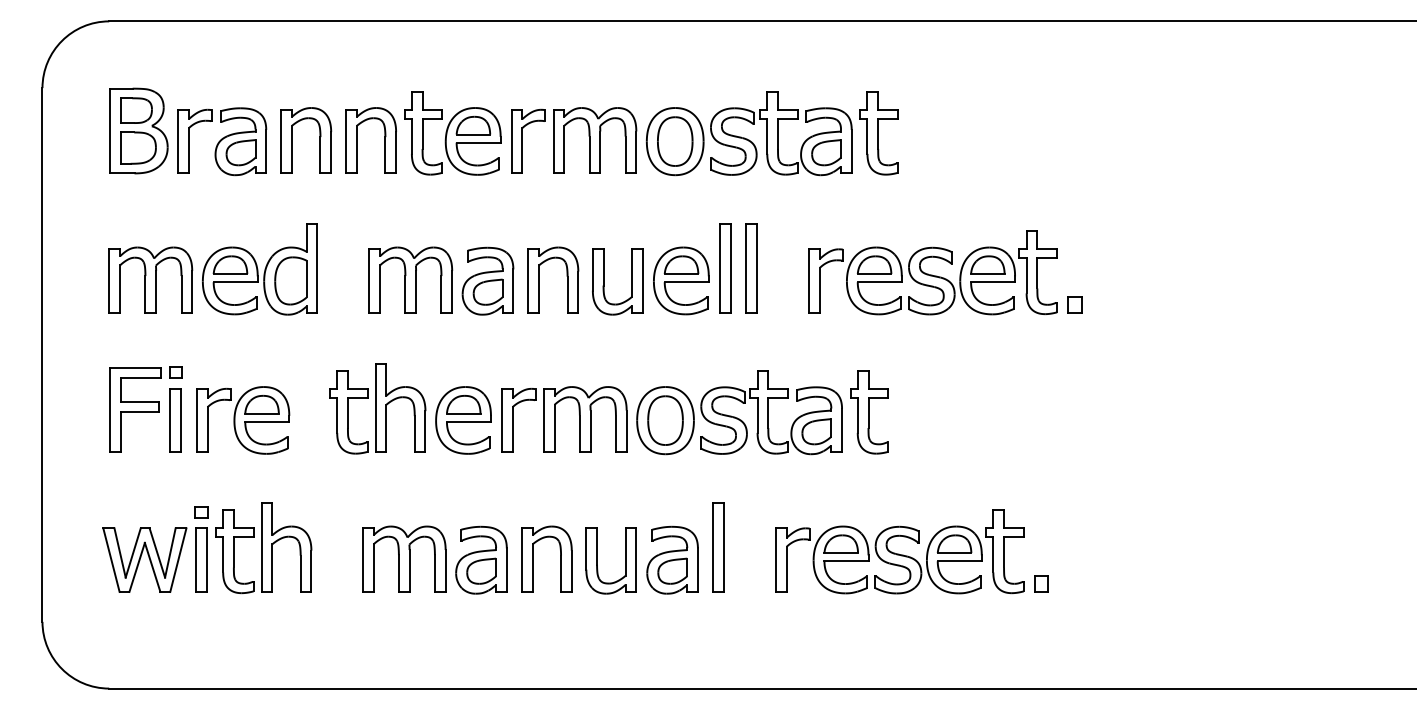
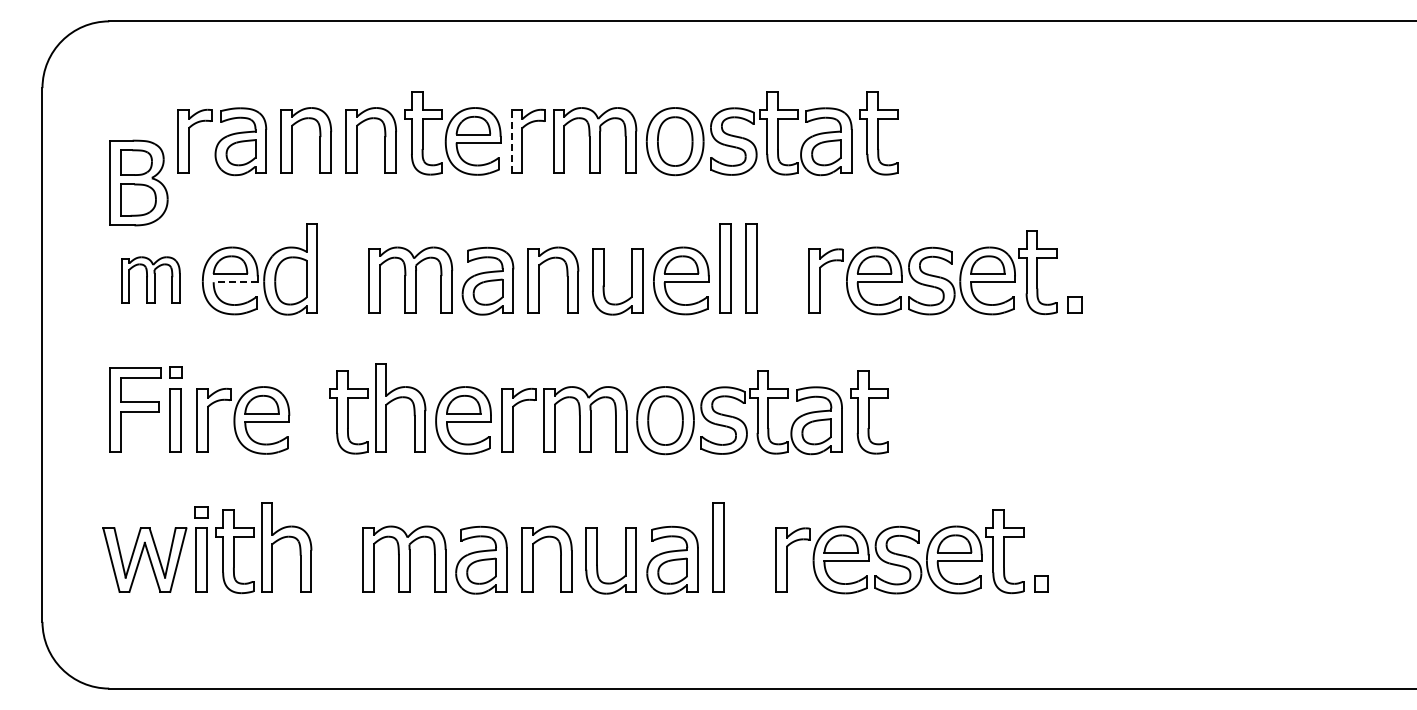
part at (138, 130) position: (138, 130) -> (138, 182)
line at (511, 141): solid -> dashed
part at (150, 279) size: 86x68 px -> 60x48 px
line at (235, 282): solid -> dashed
